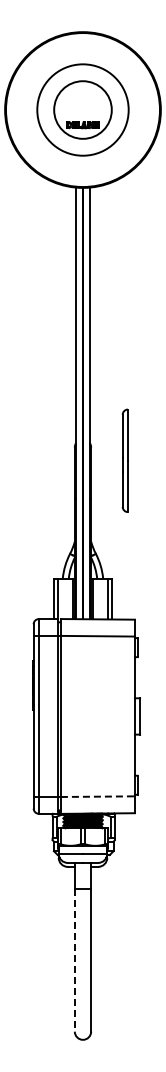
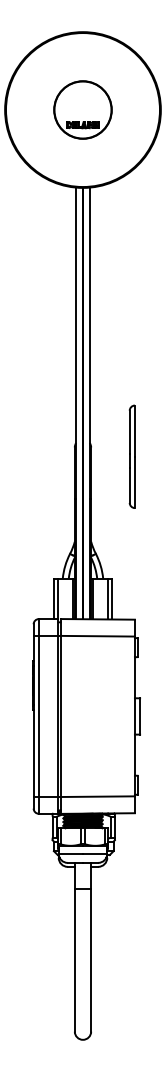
circle at (82, 109) diameter: 91 px -> 57 px
part at (124, 460) position: (124, 460) -> (131, 456)
line at (97, 796): dashed -> solid
line at (74, 960): dashed -> solid
